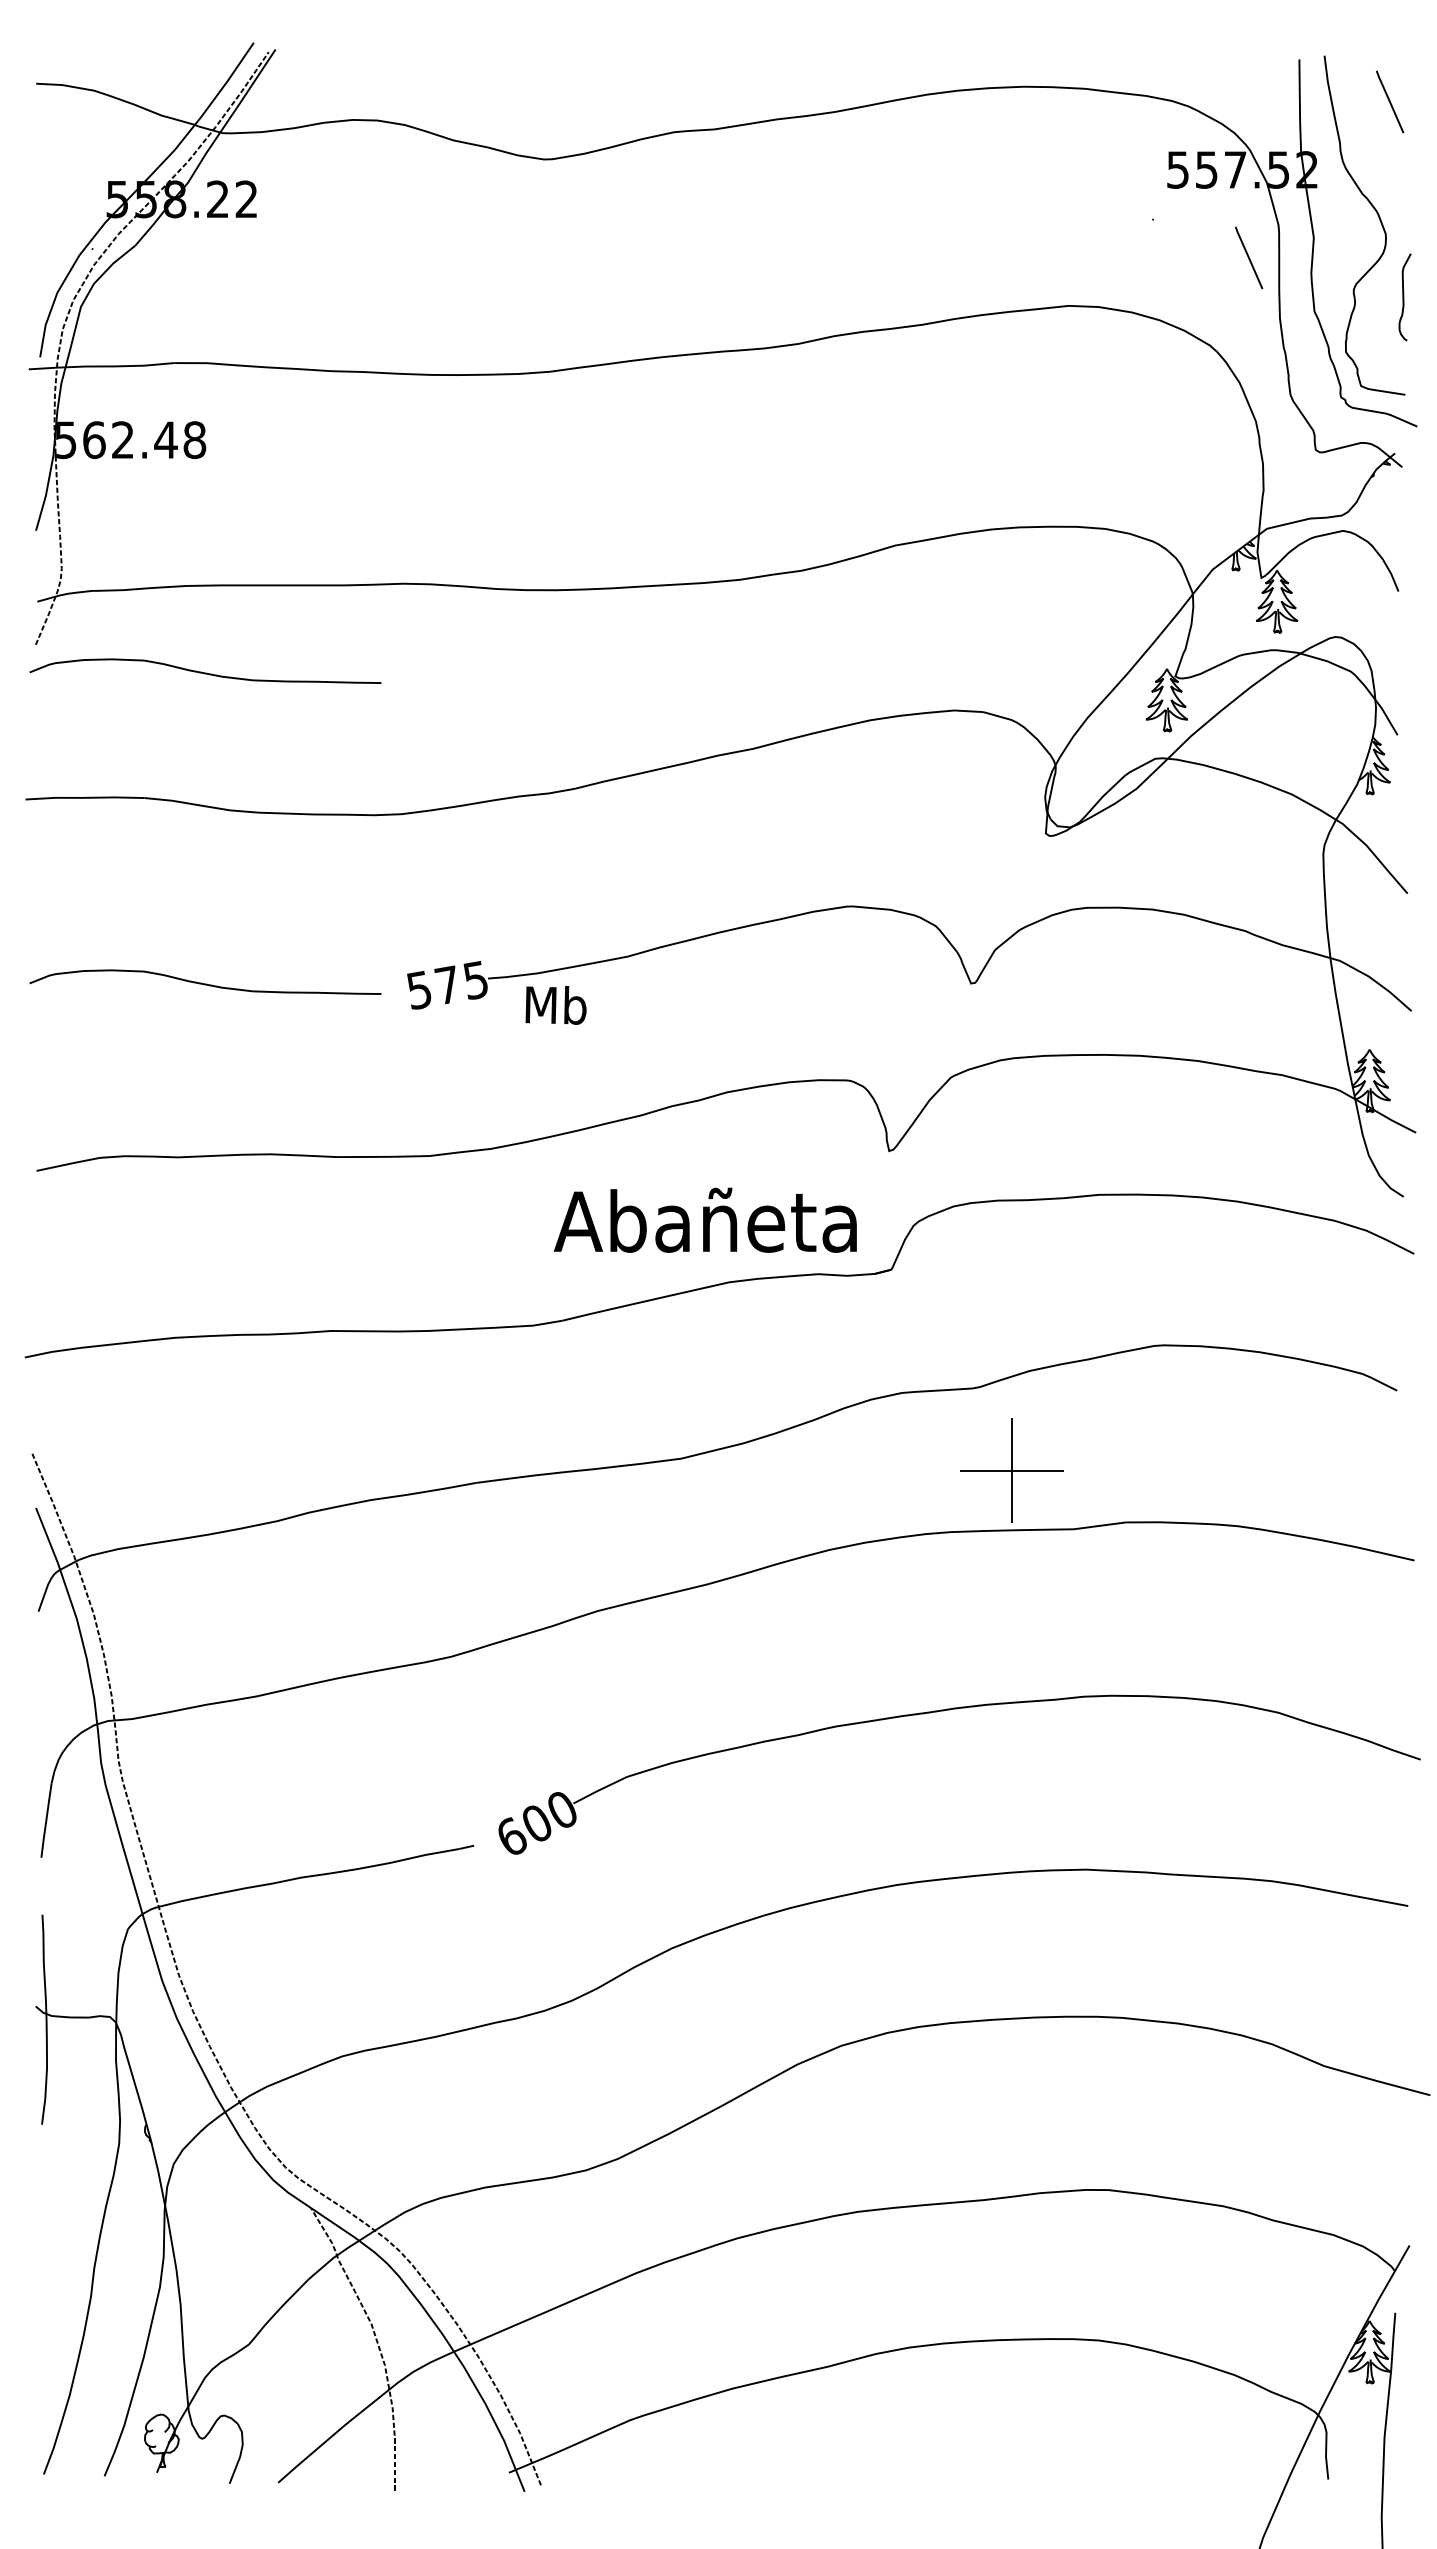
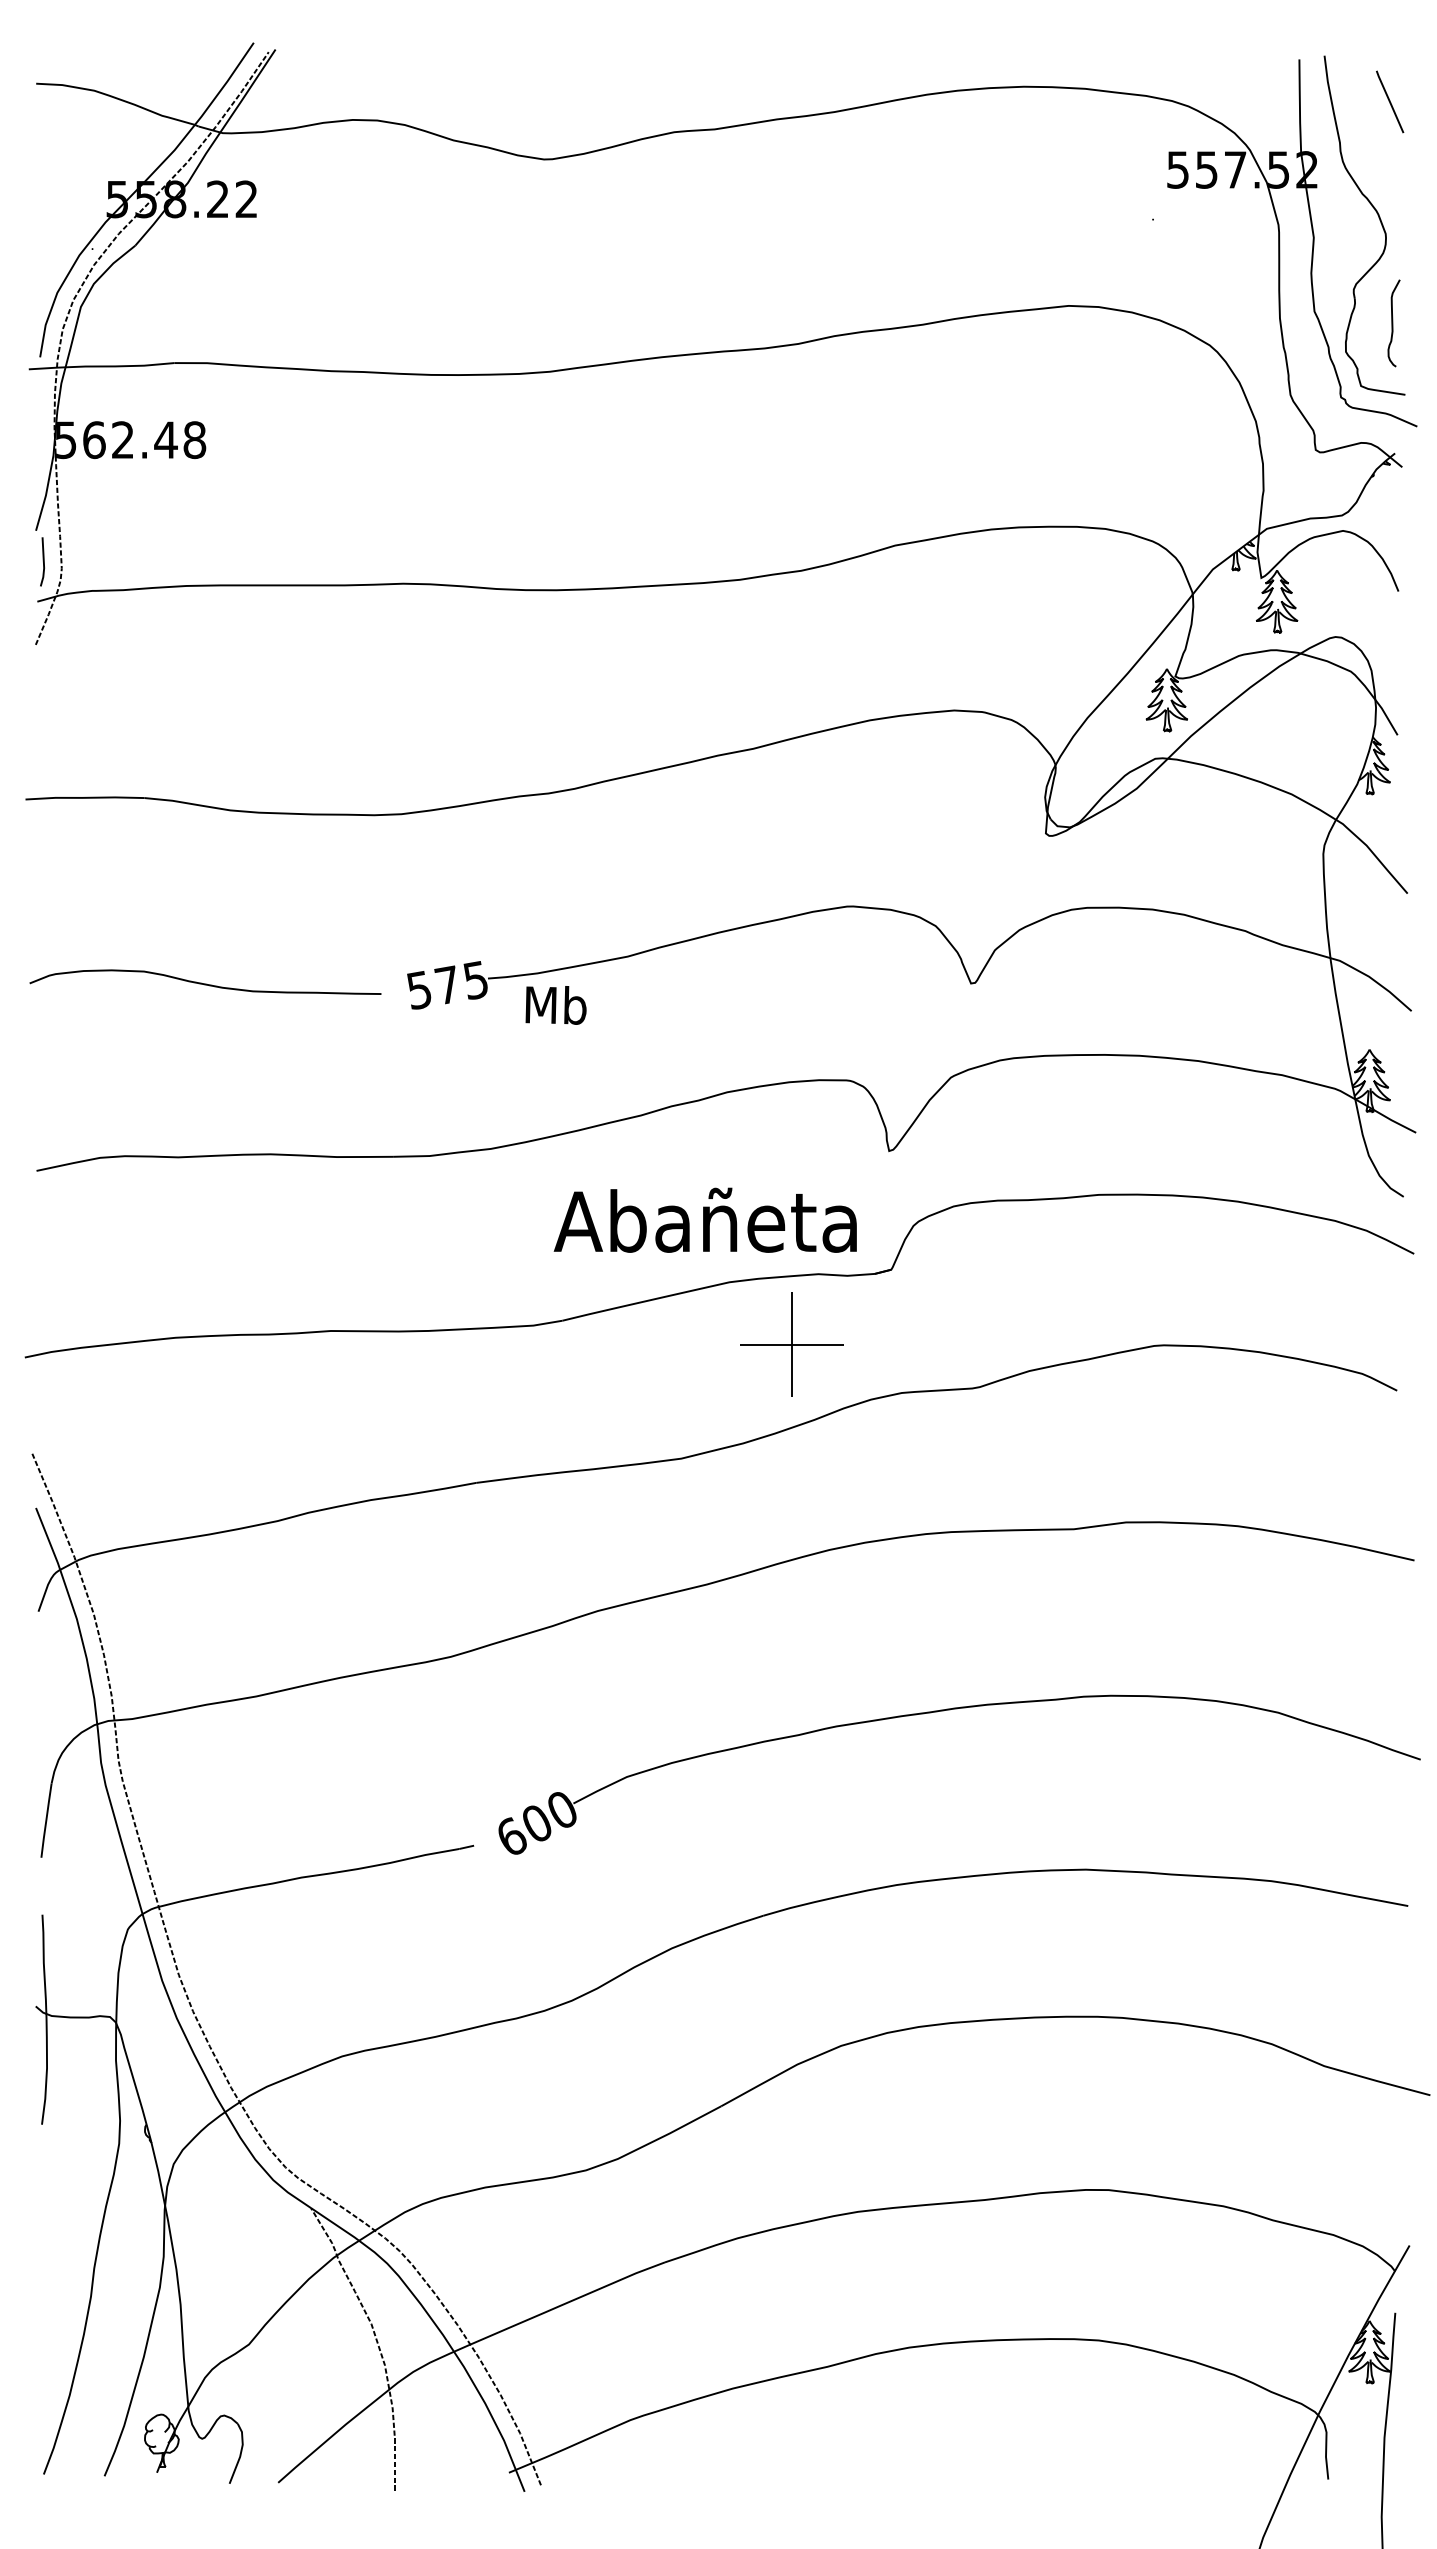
line at (1249, 257): present -> none
curve at (1404, 297) position: (1404, 297) -> (1393, 323)
line at (42, 561): none -> present
curve at (205, 672): present -> none
part at (1011, 1470) position: (1011, 1470) -> (791, 1344)
